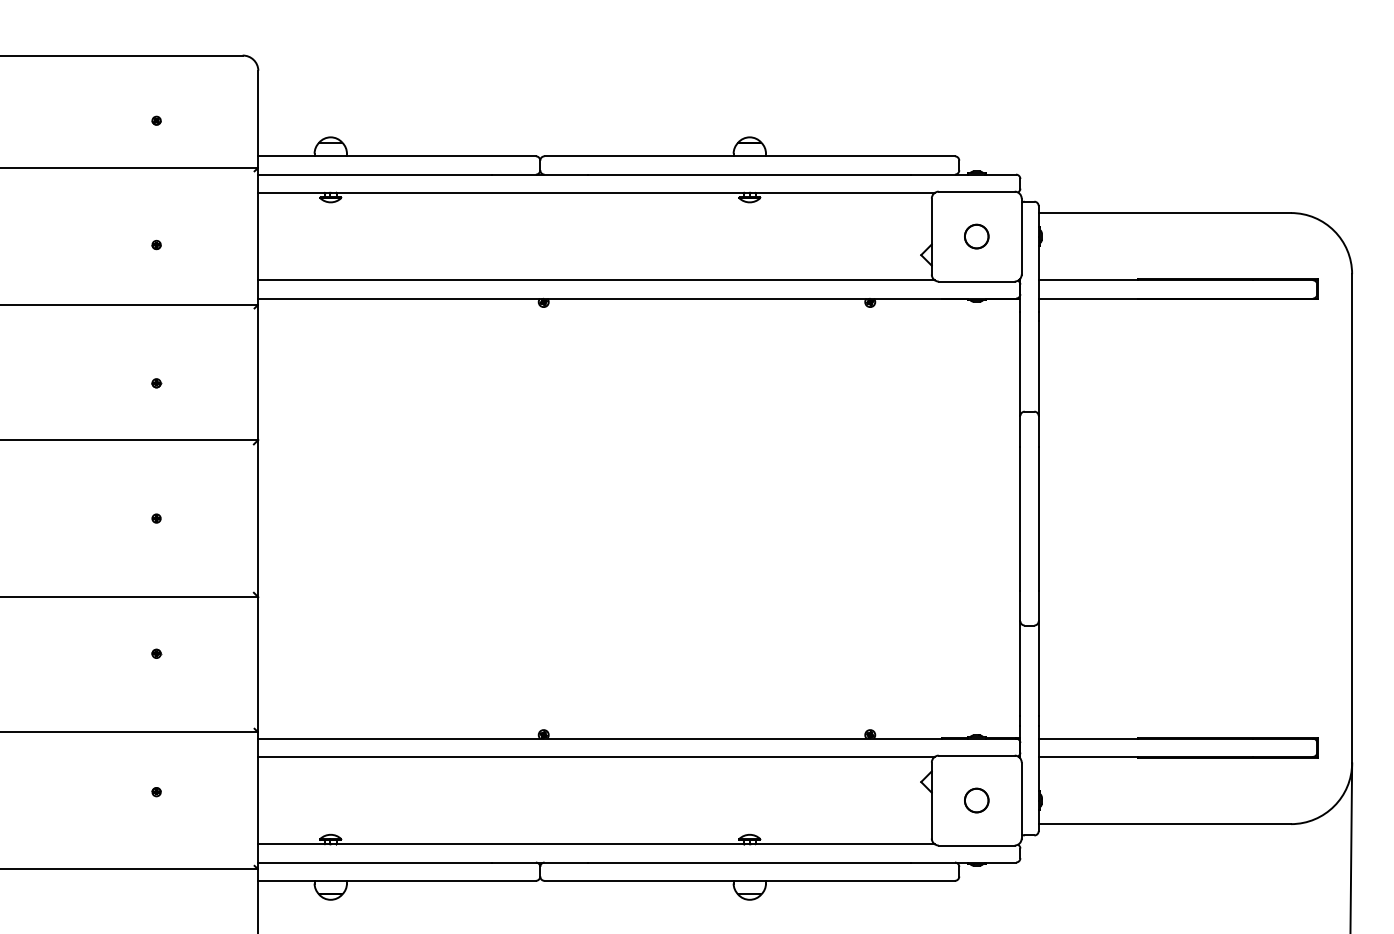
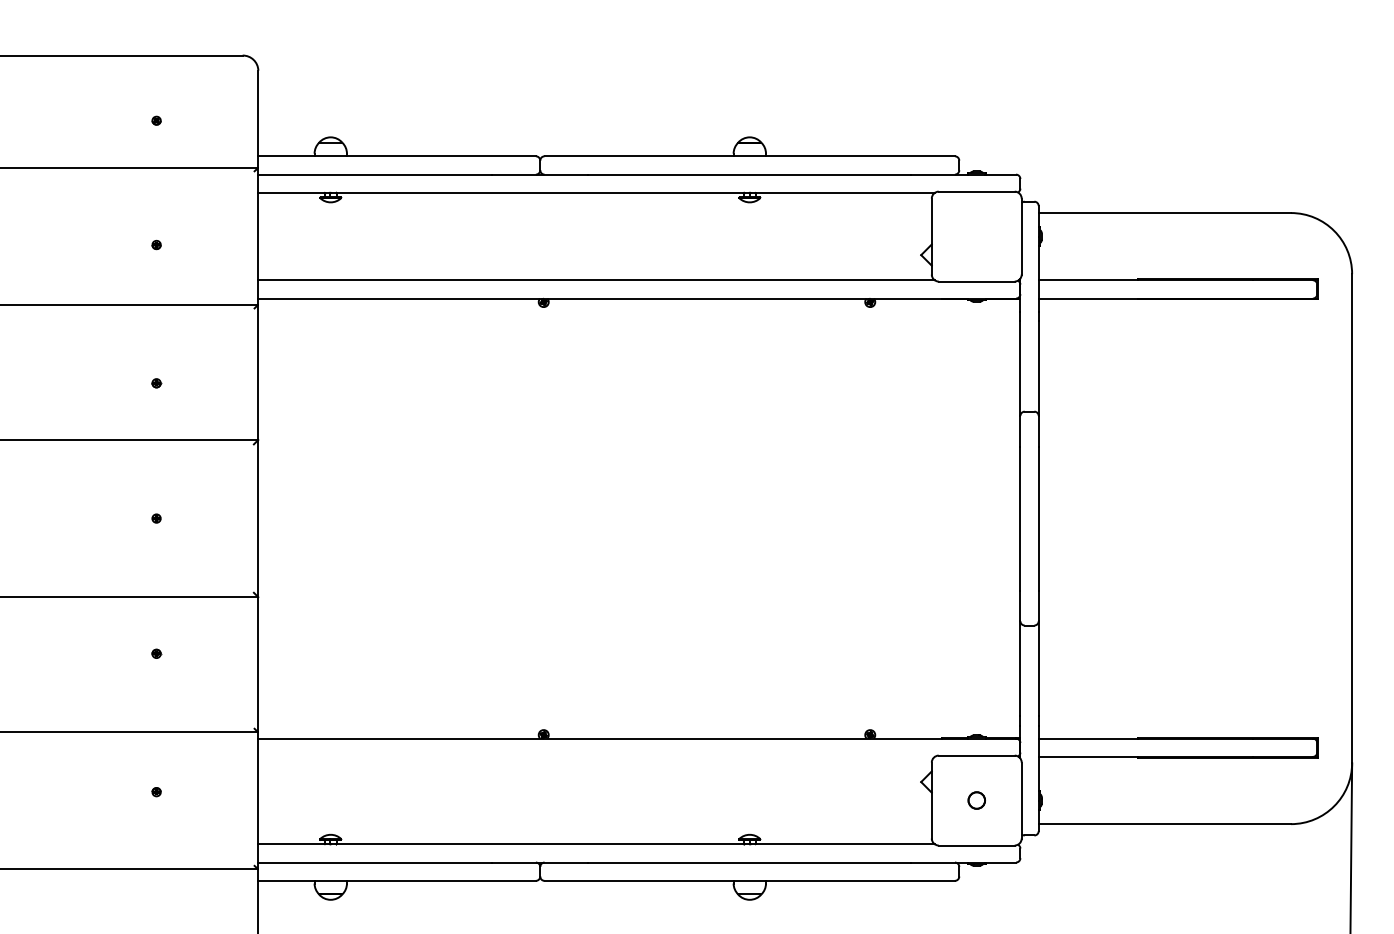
part at (976, 236): present -> none
line at (596, 756): present -> none
part at (976, 800) size: 26x27 px -> 19x19 px
